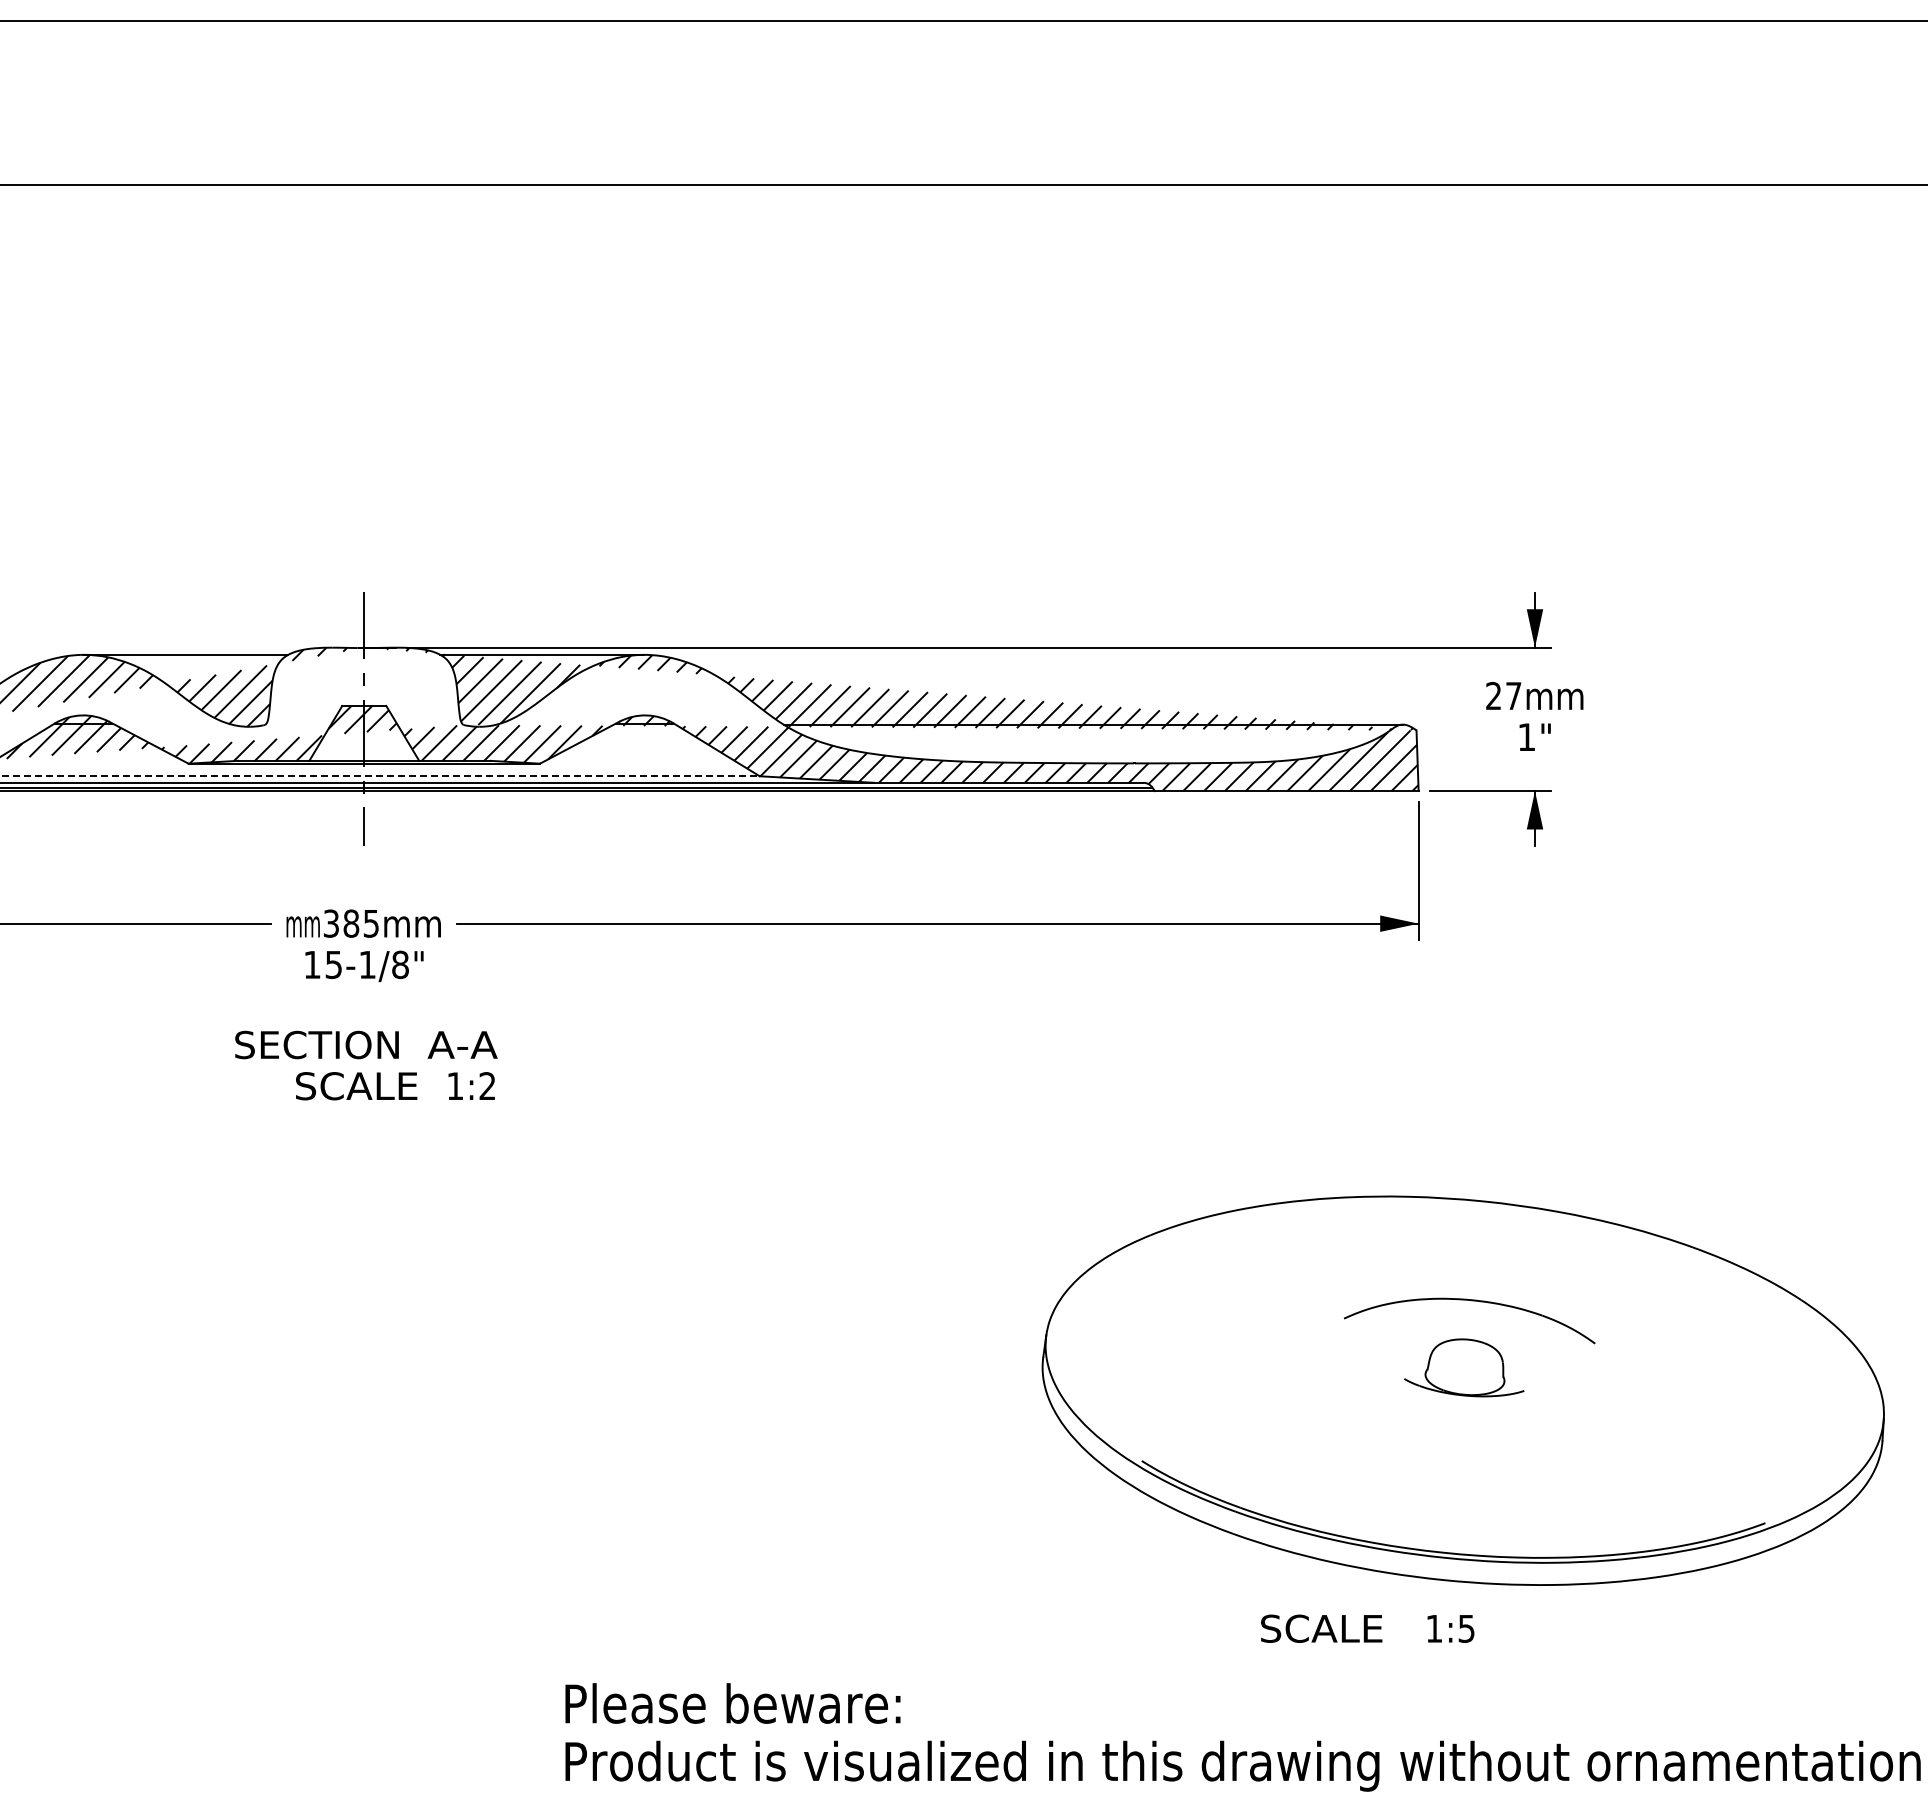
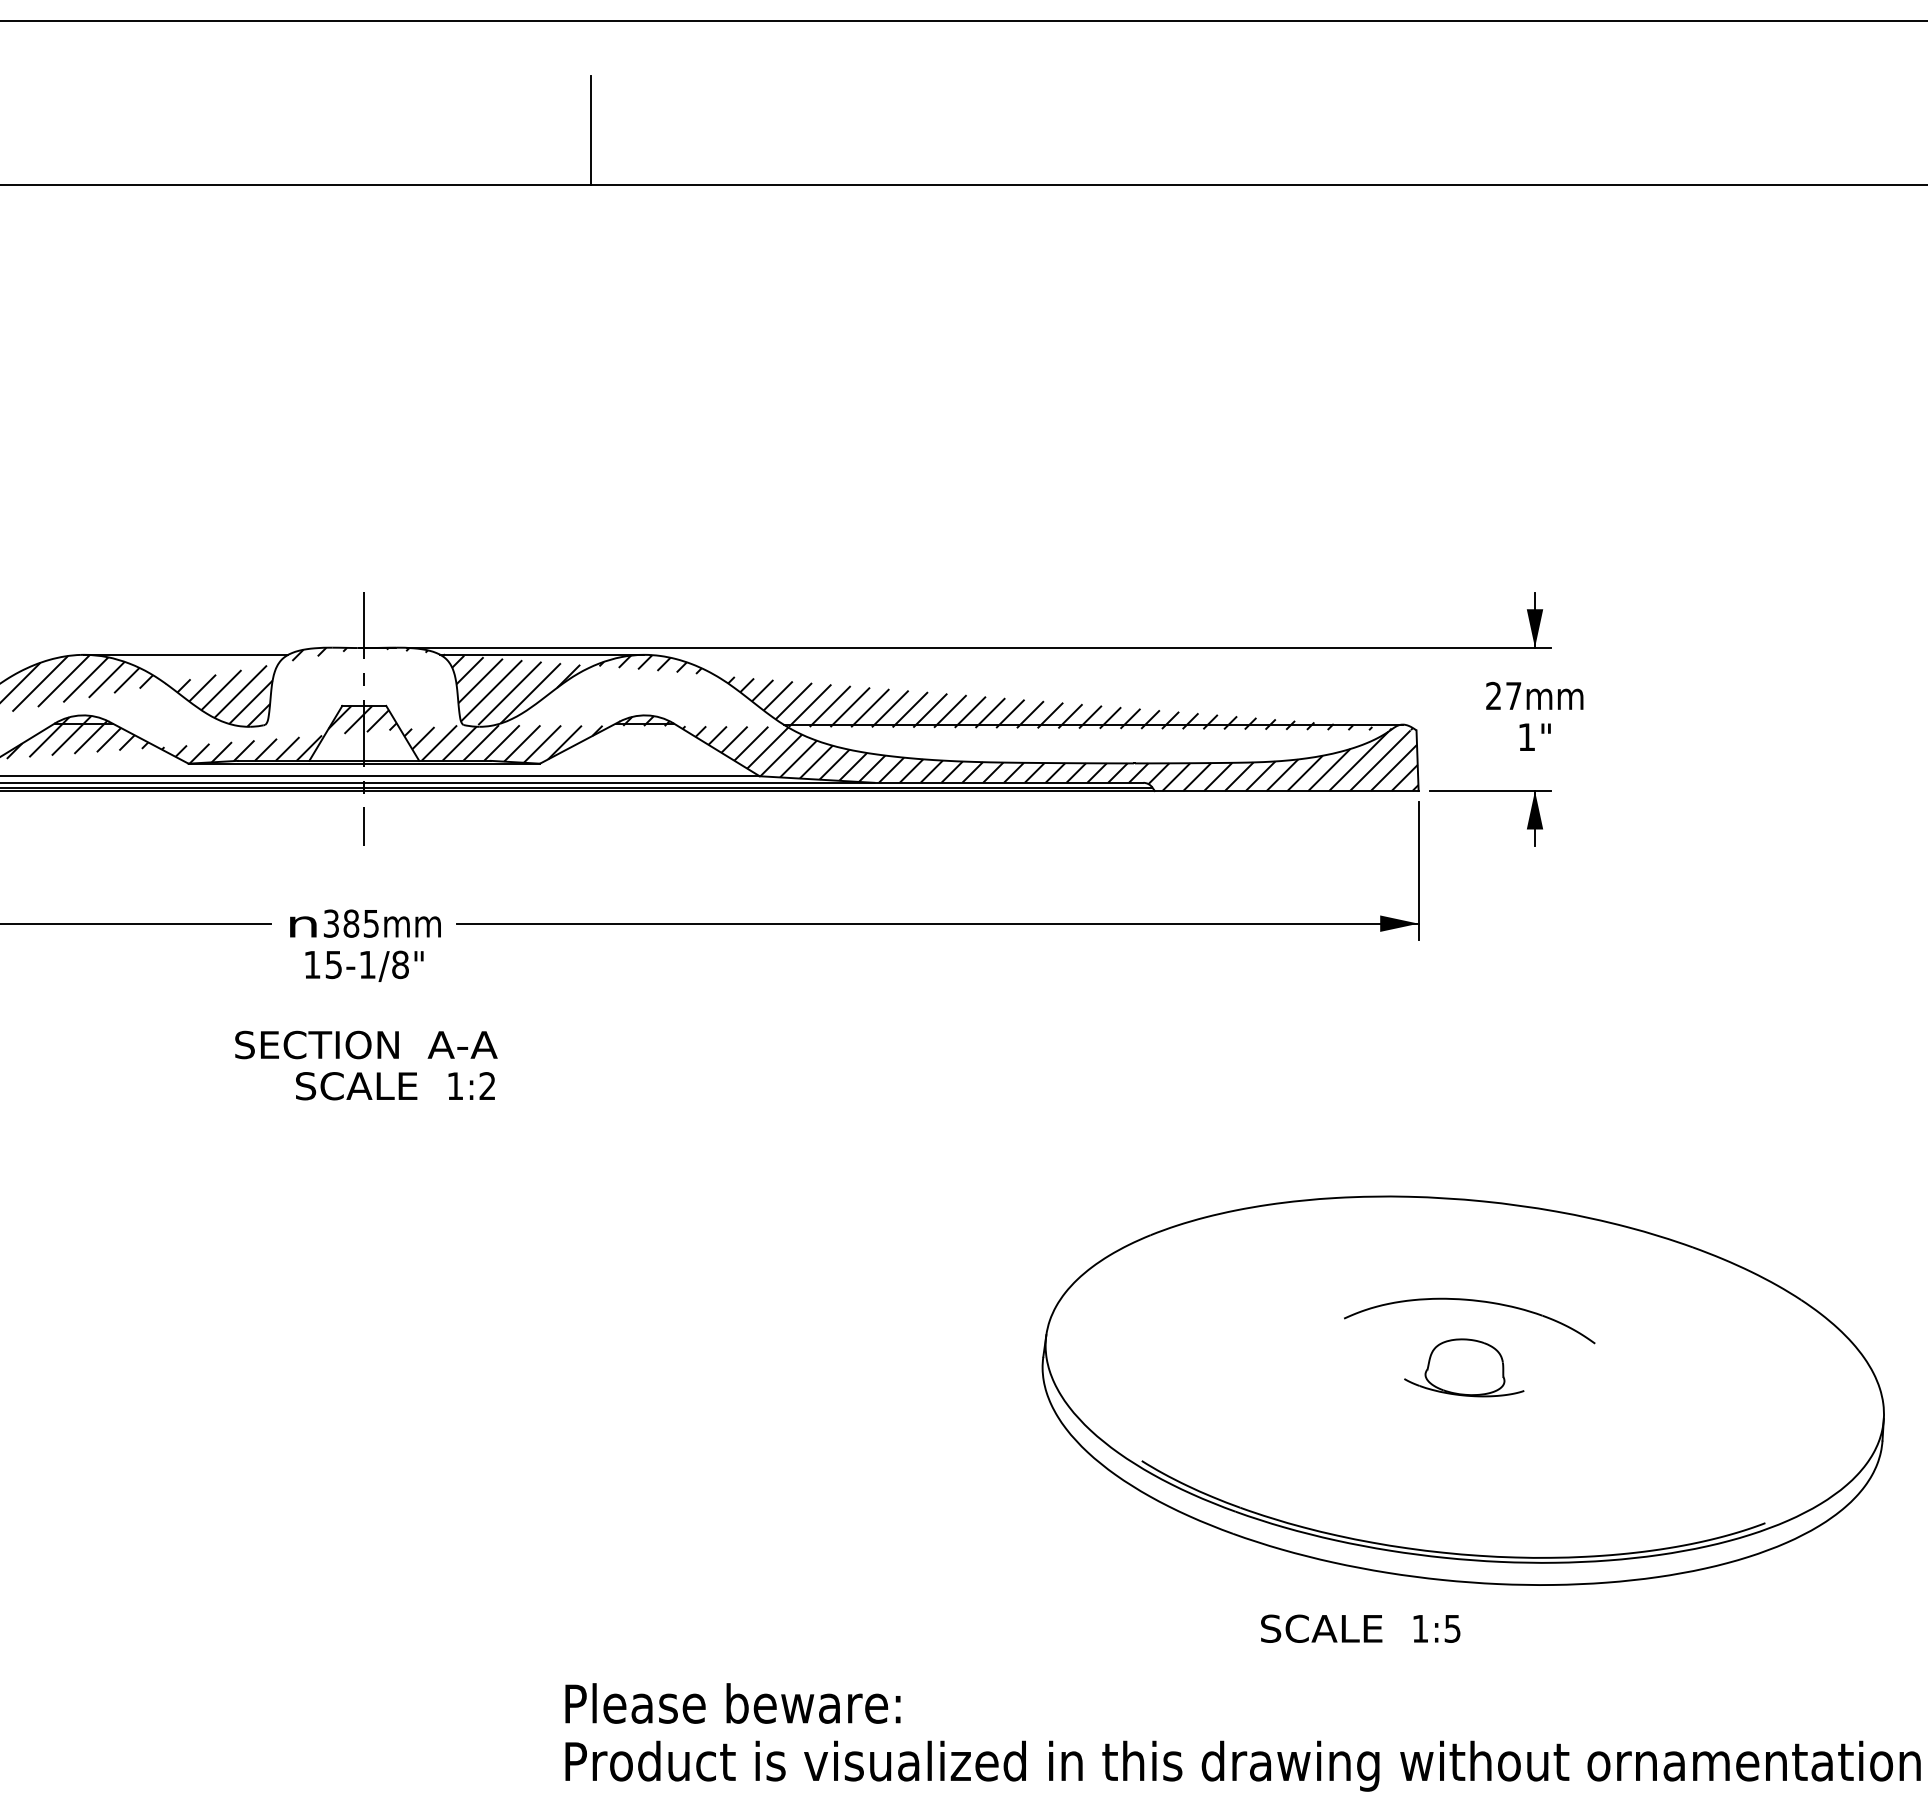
line at (590, 130): none -> present
line at (380, 776): dashed -> solid
text at (302, 926): mm -> n
text at (1450, 1628) position: (1450, 1628) -> (1436, 1628)
